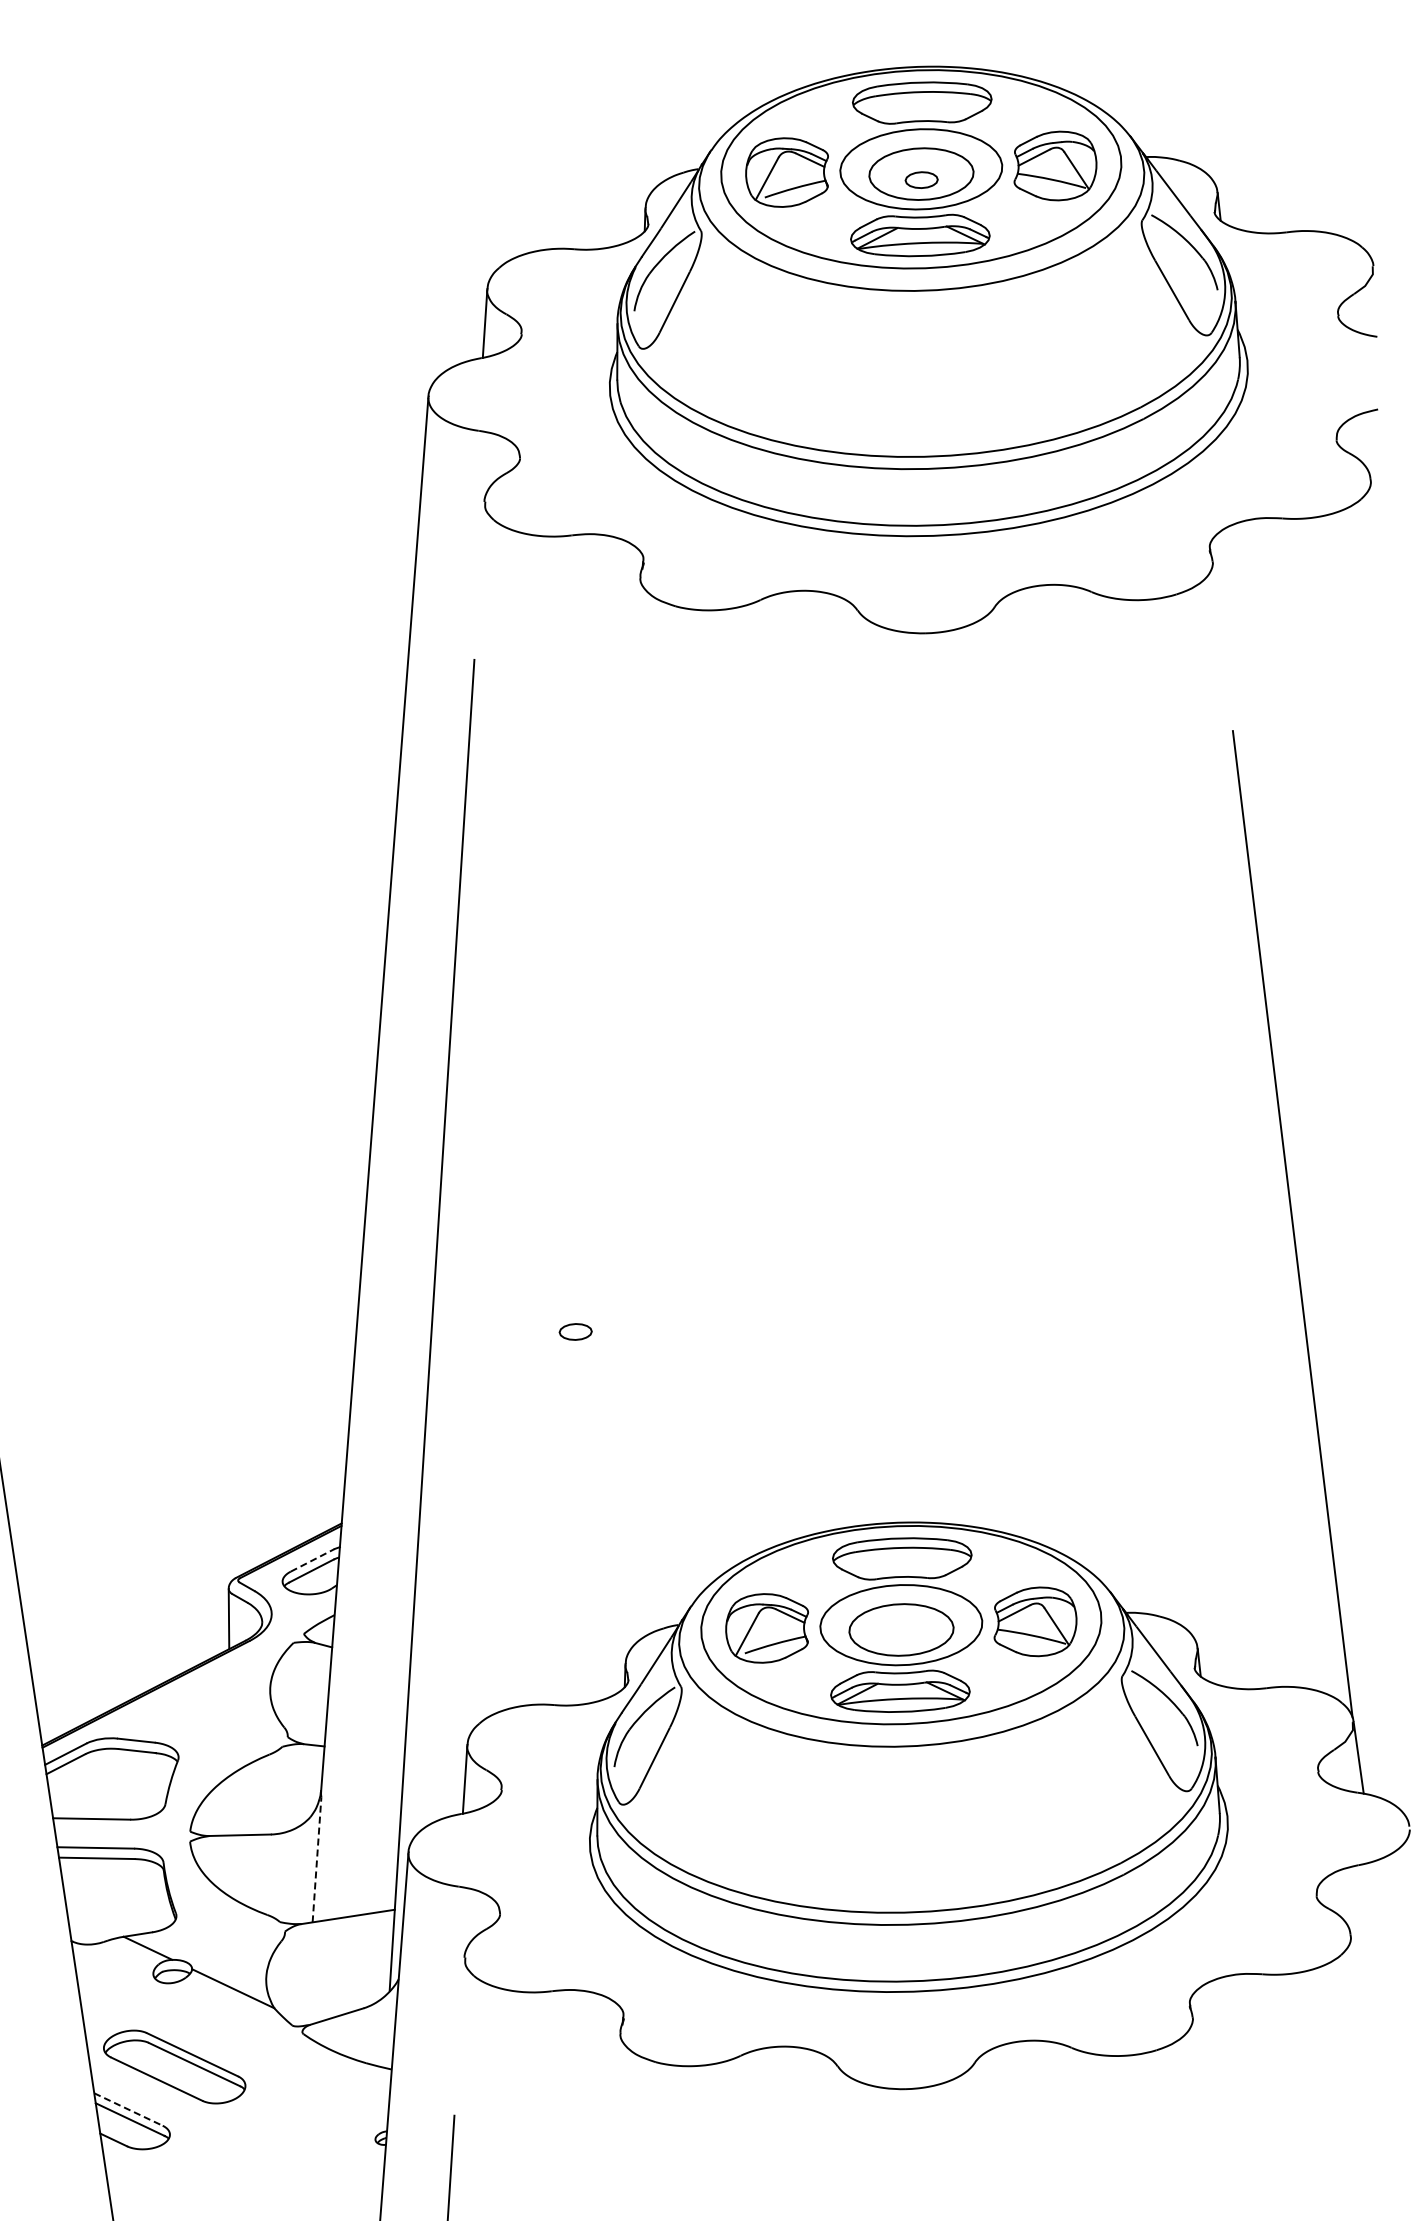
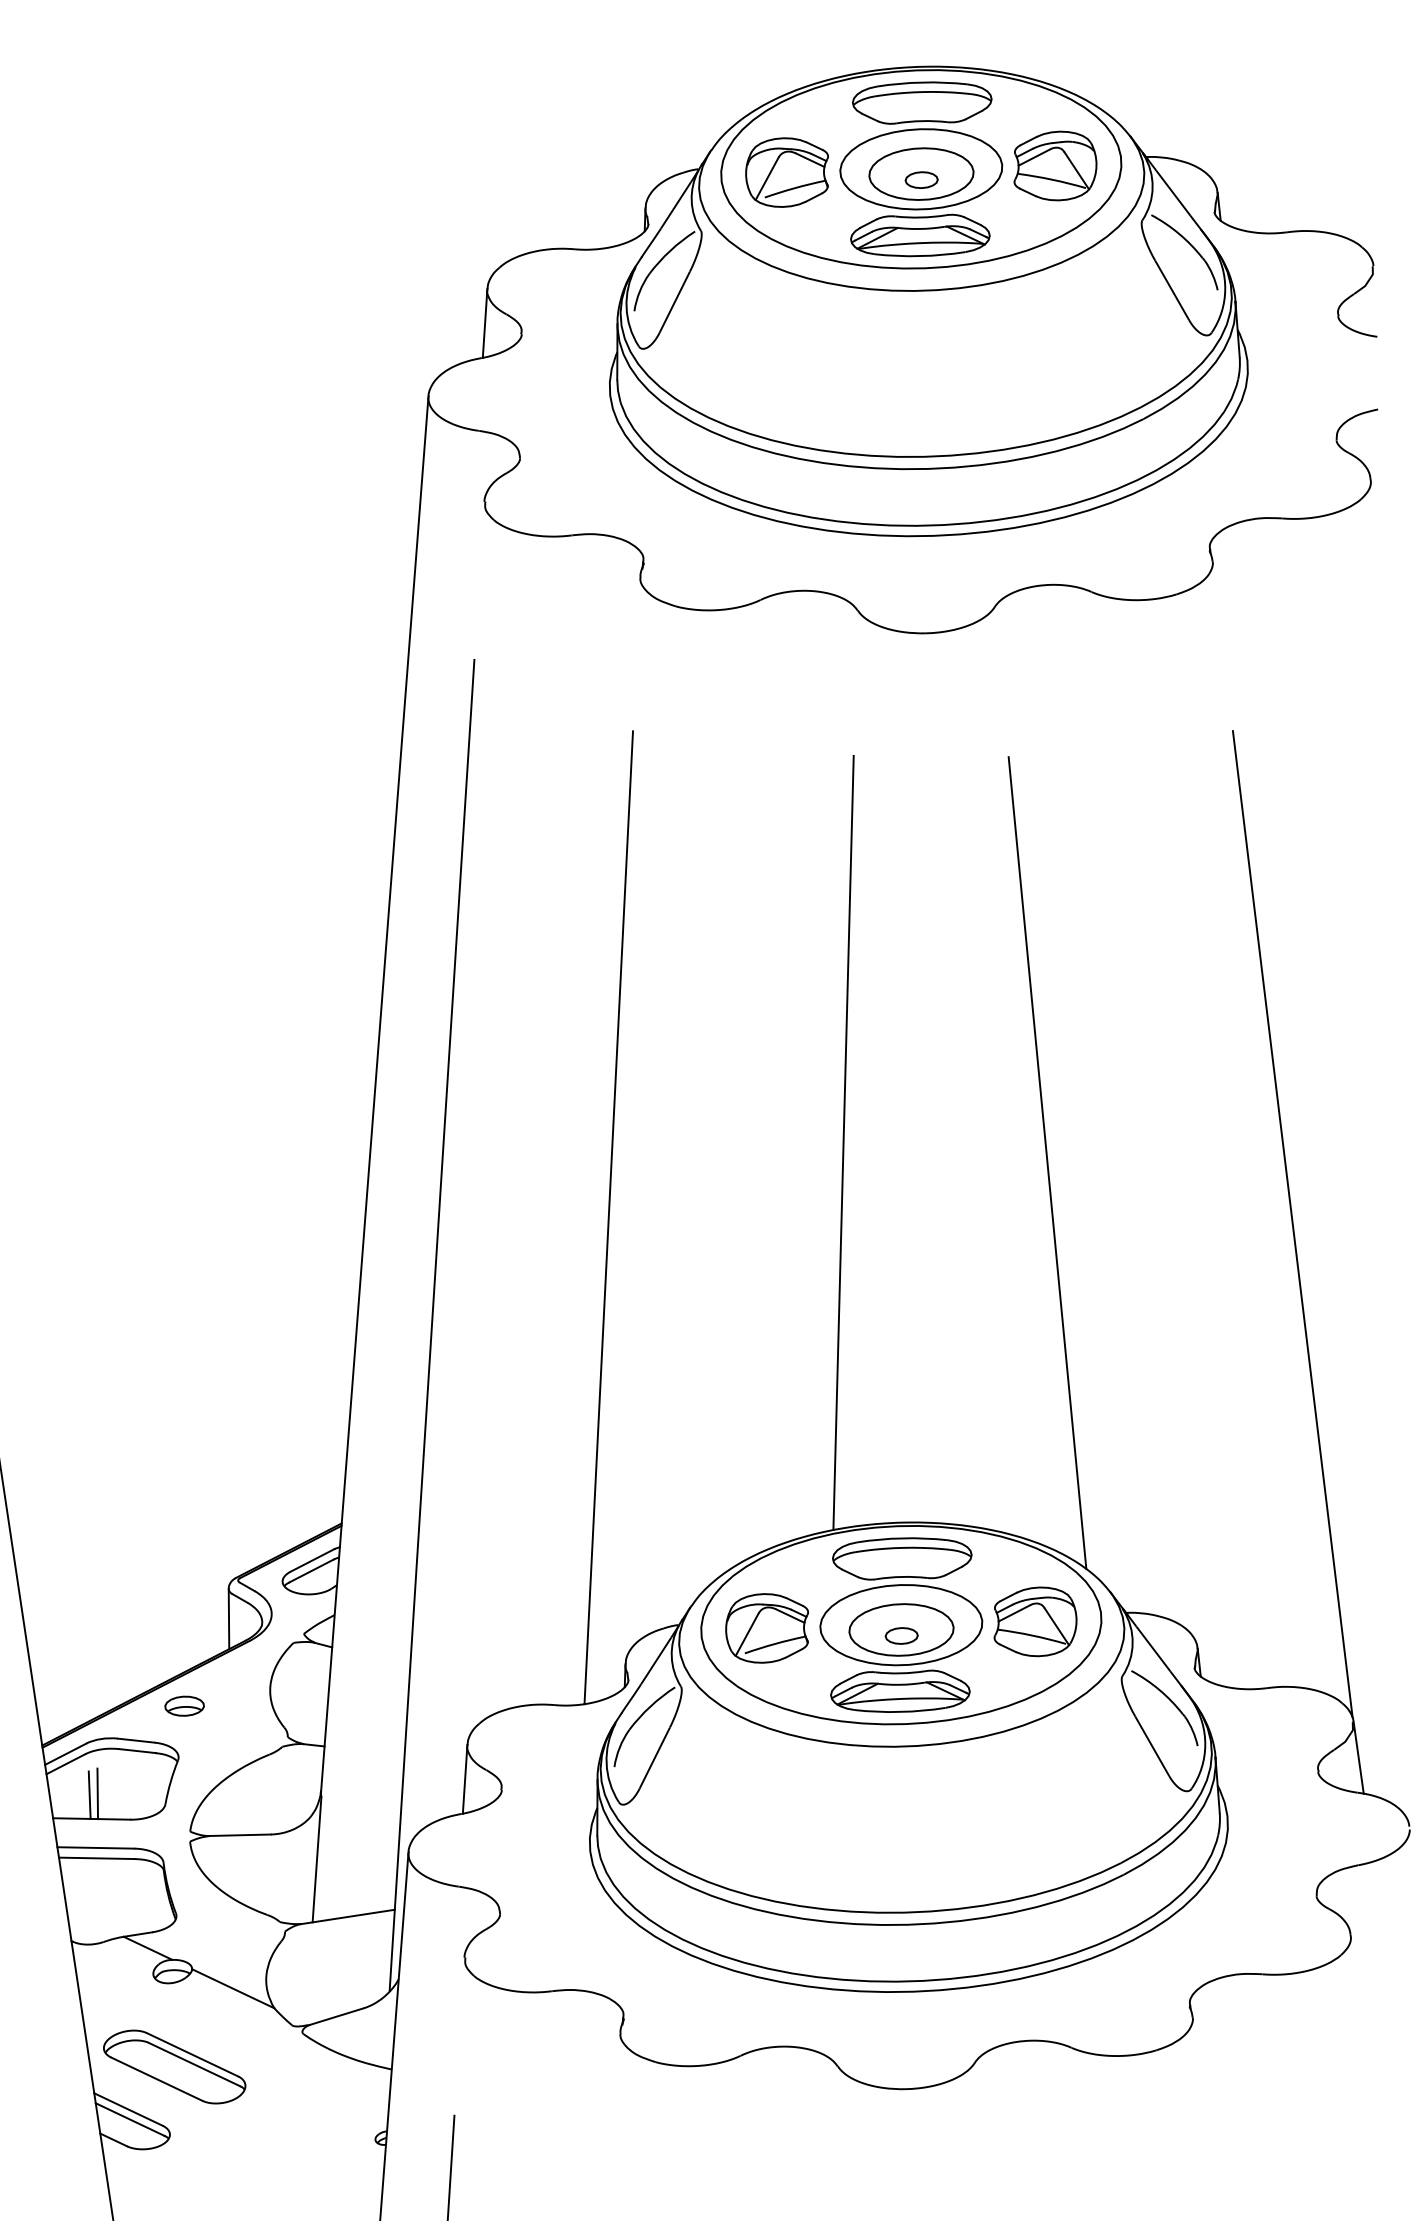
line at (843, 1142): none -> present
line at (1047, 1162): none -> present
line at (608, 1217): none -> present
part at (575, 1331) position: (575, 1331) -> (901, 1635)
line at (312, 1560): dashed -> solid
part at (184, 1705): none -> present
line at (97, 1793): none -> present
line at (89, 1794): none -> present
line at (317, 1859): dashed -> solid
line at (128, 2109): dashed -> solid
